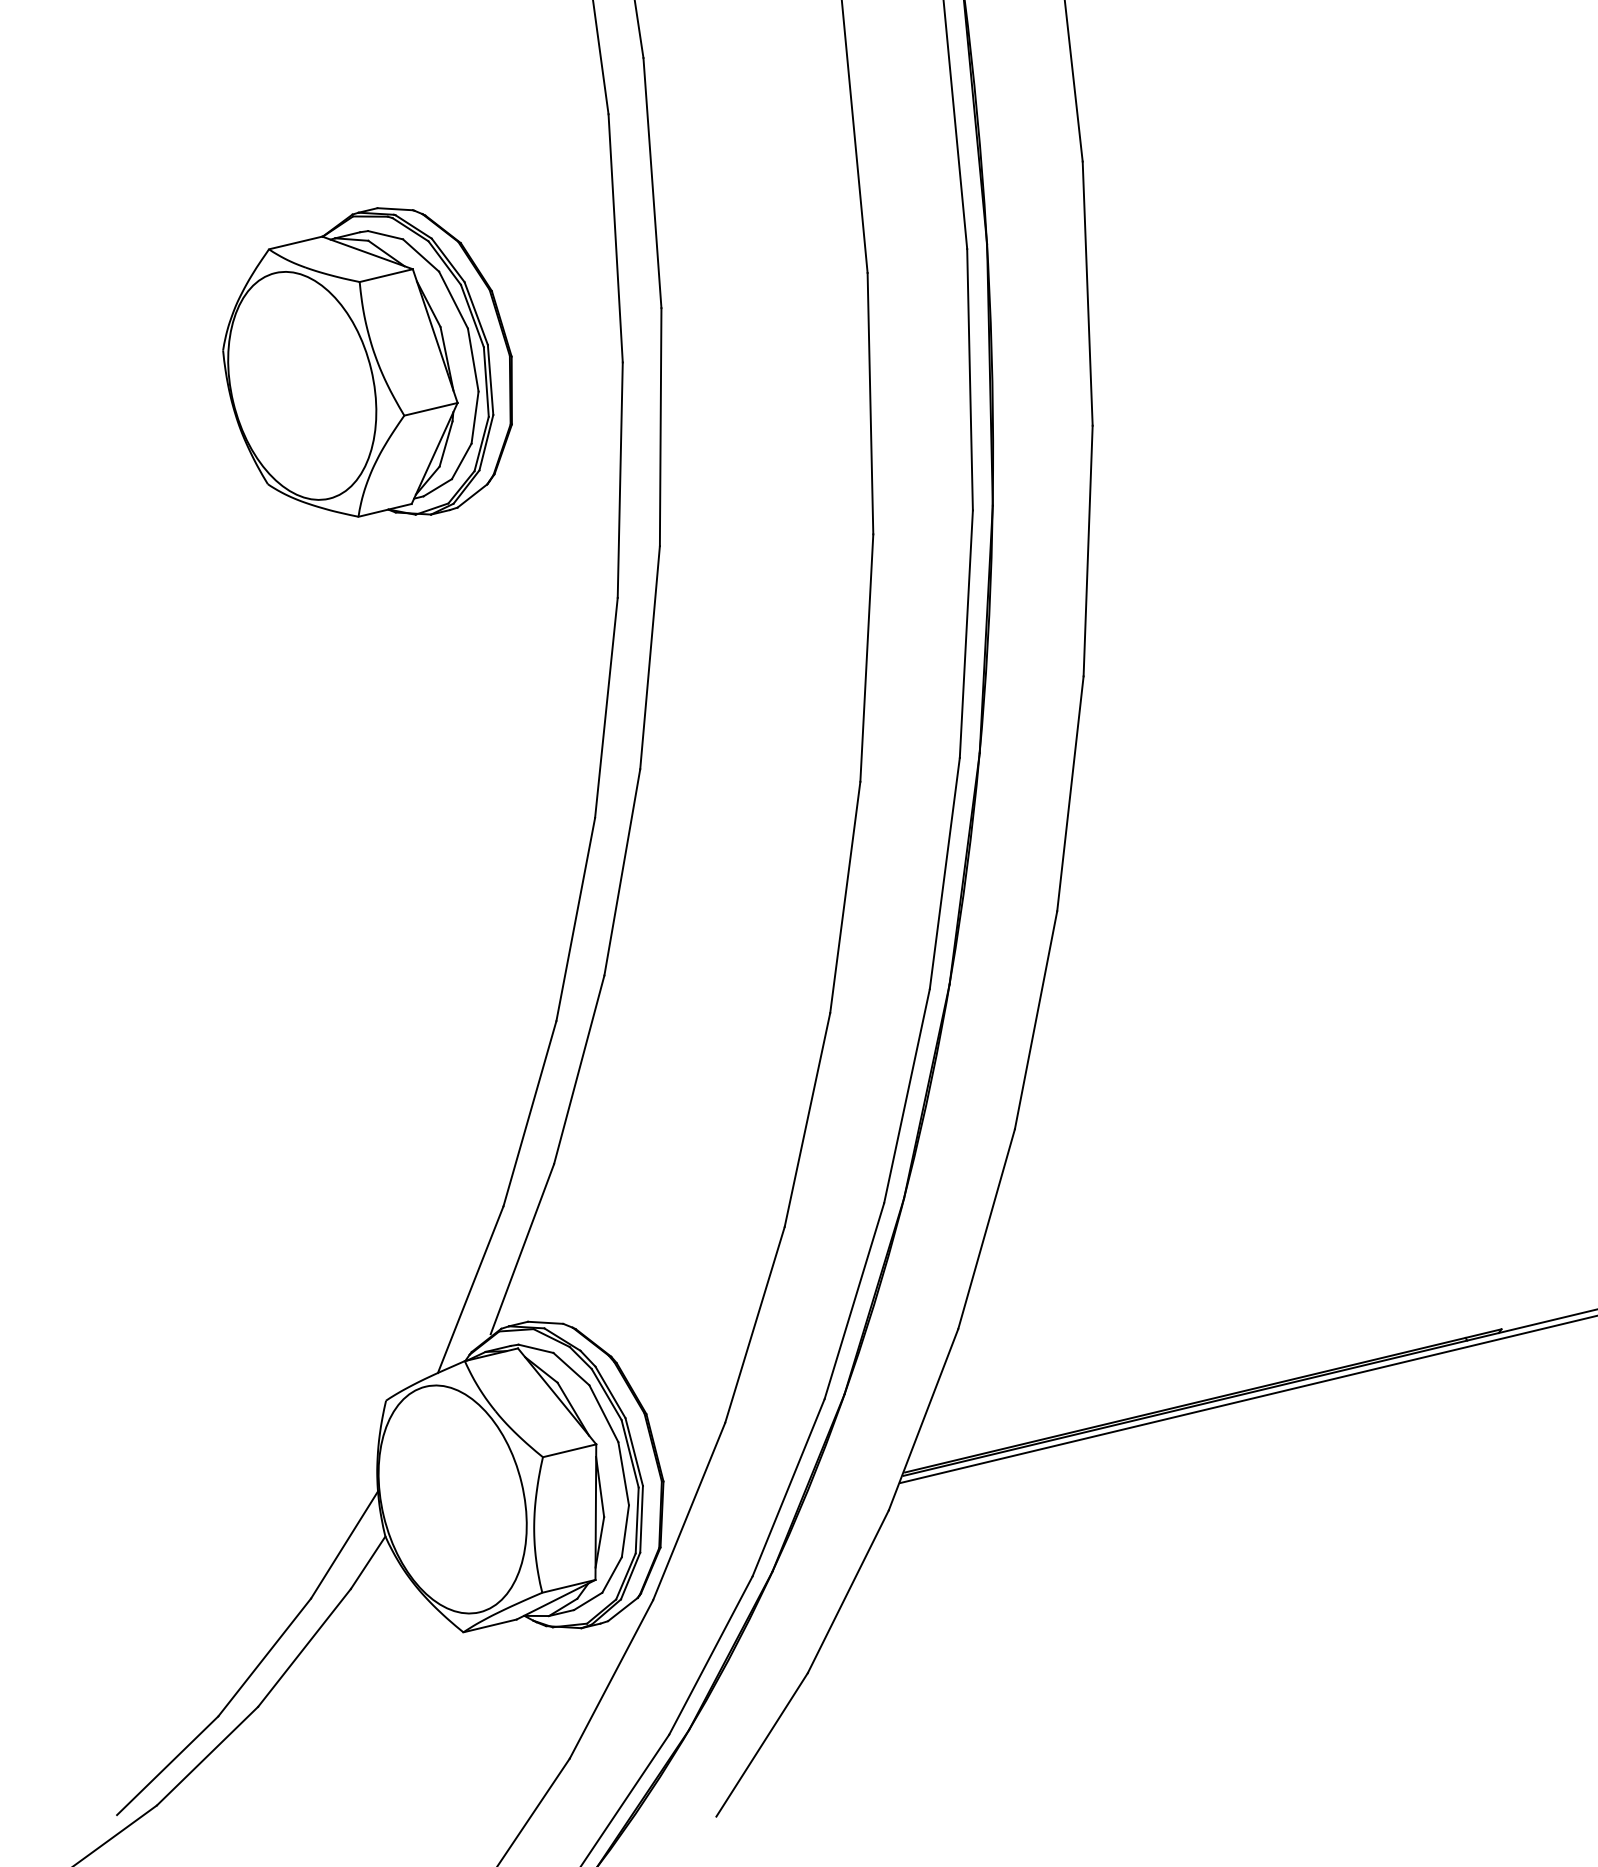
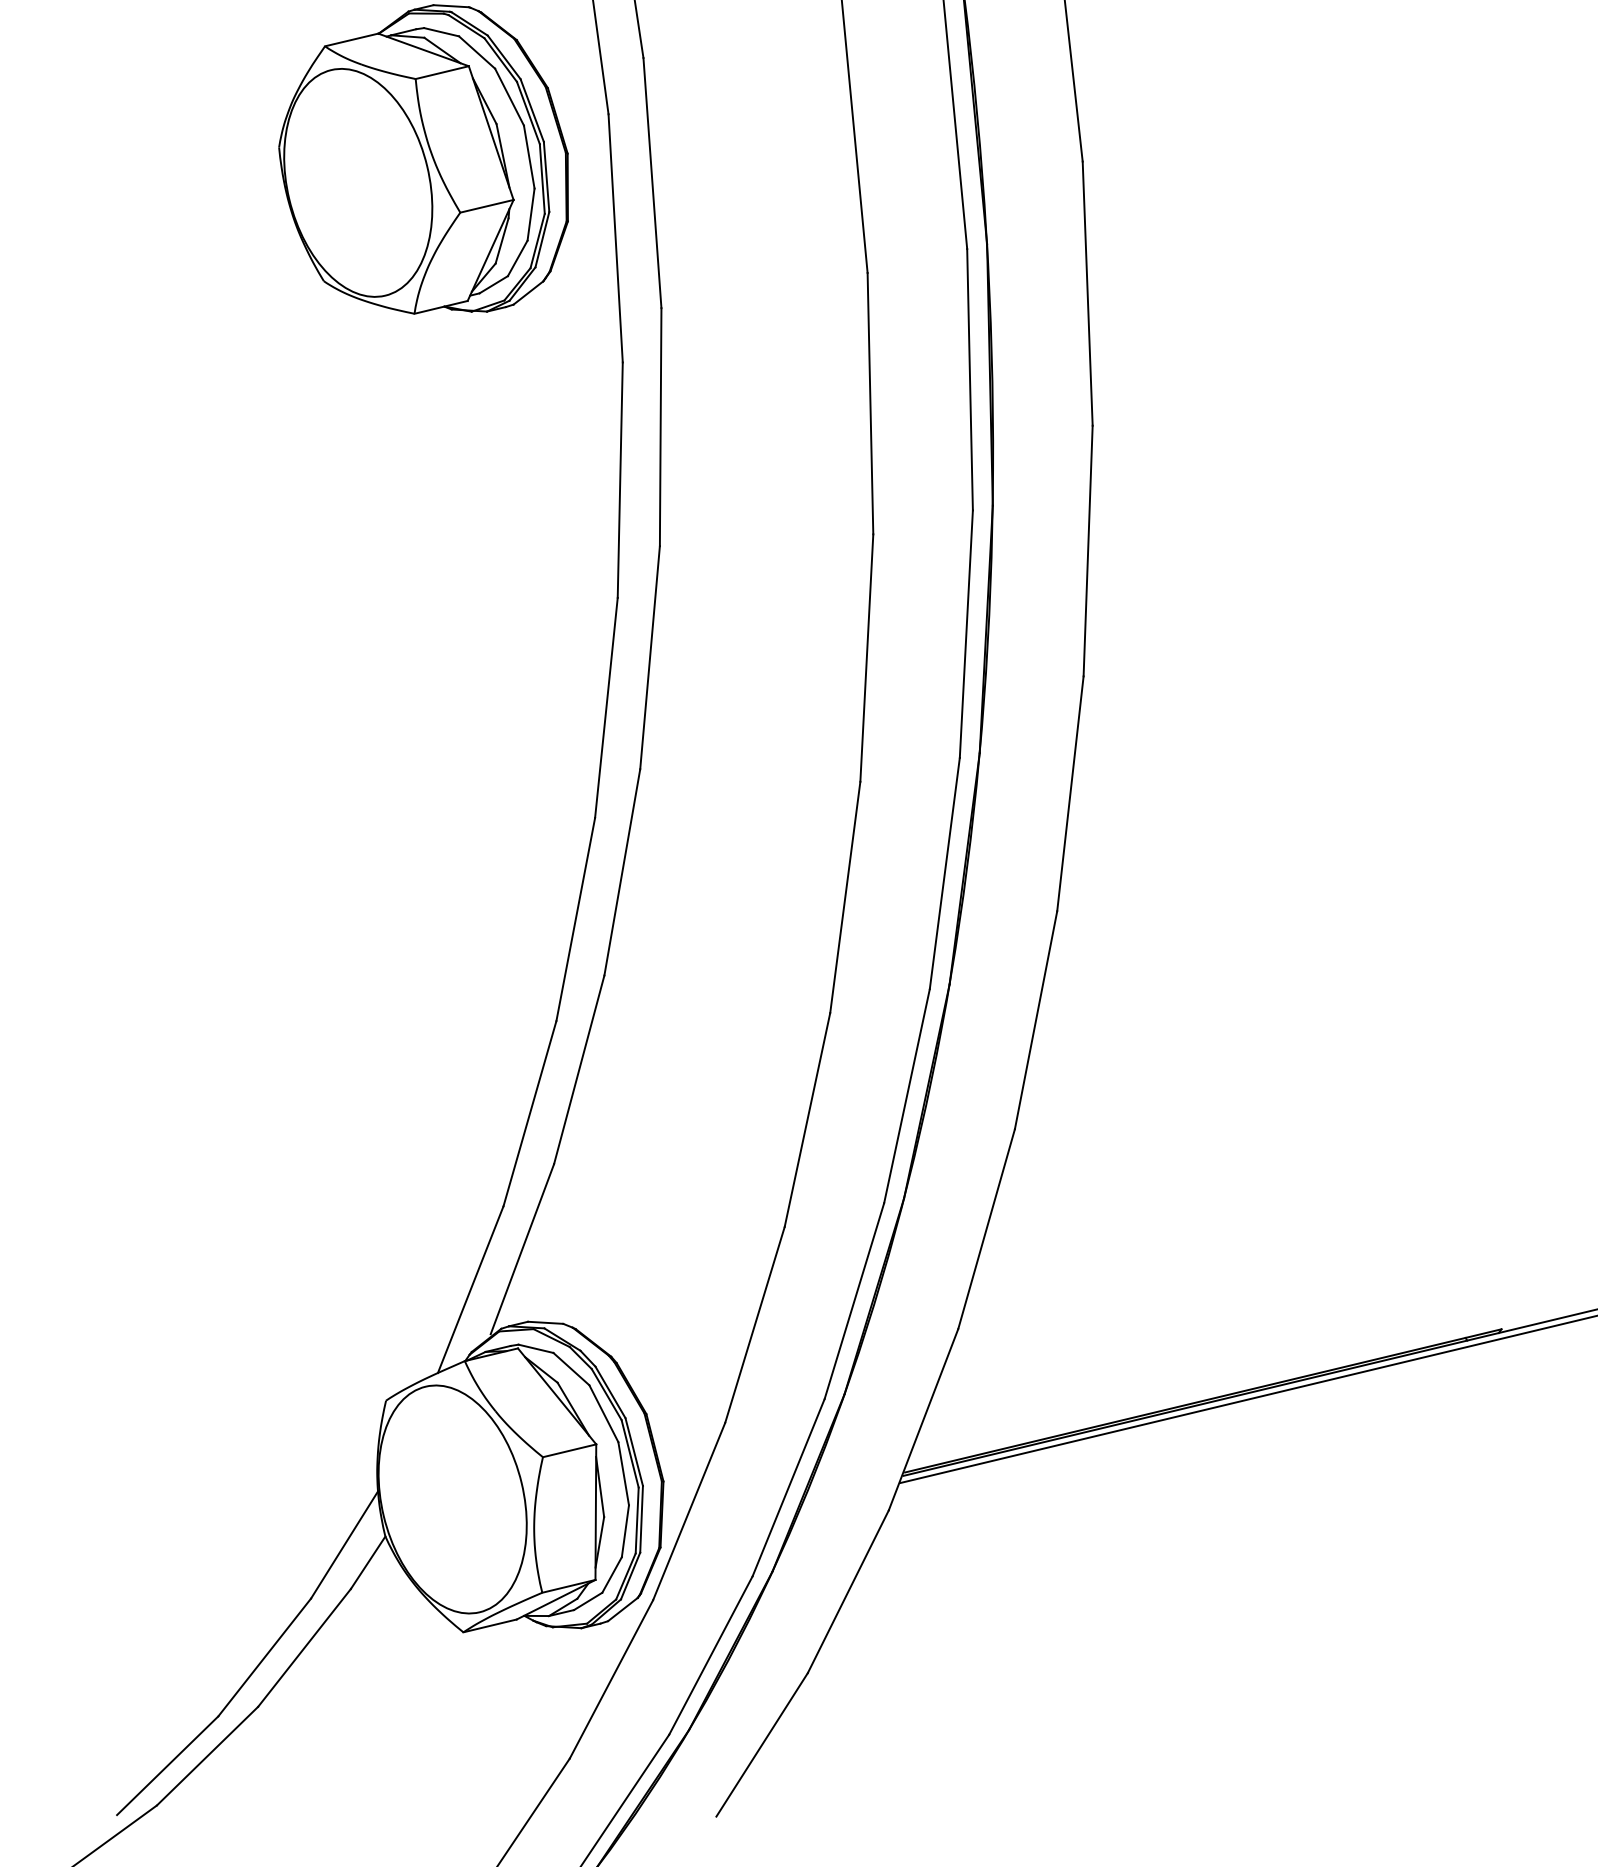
part at (367, 362) position: (367, 362) -> (423, 159)
